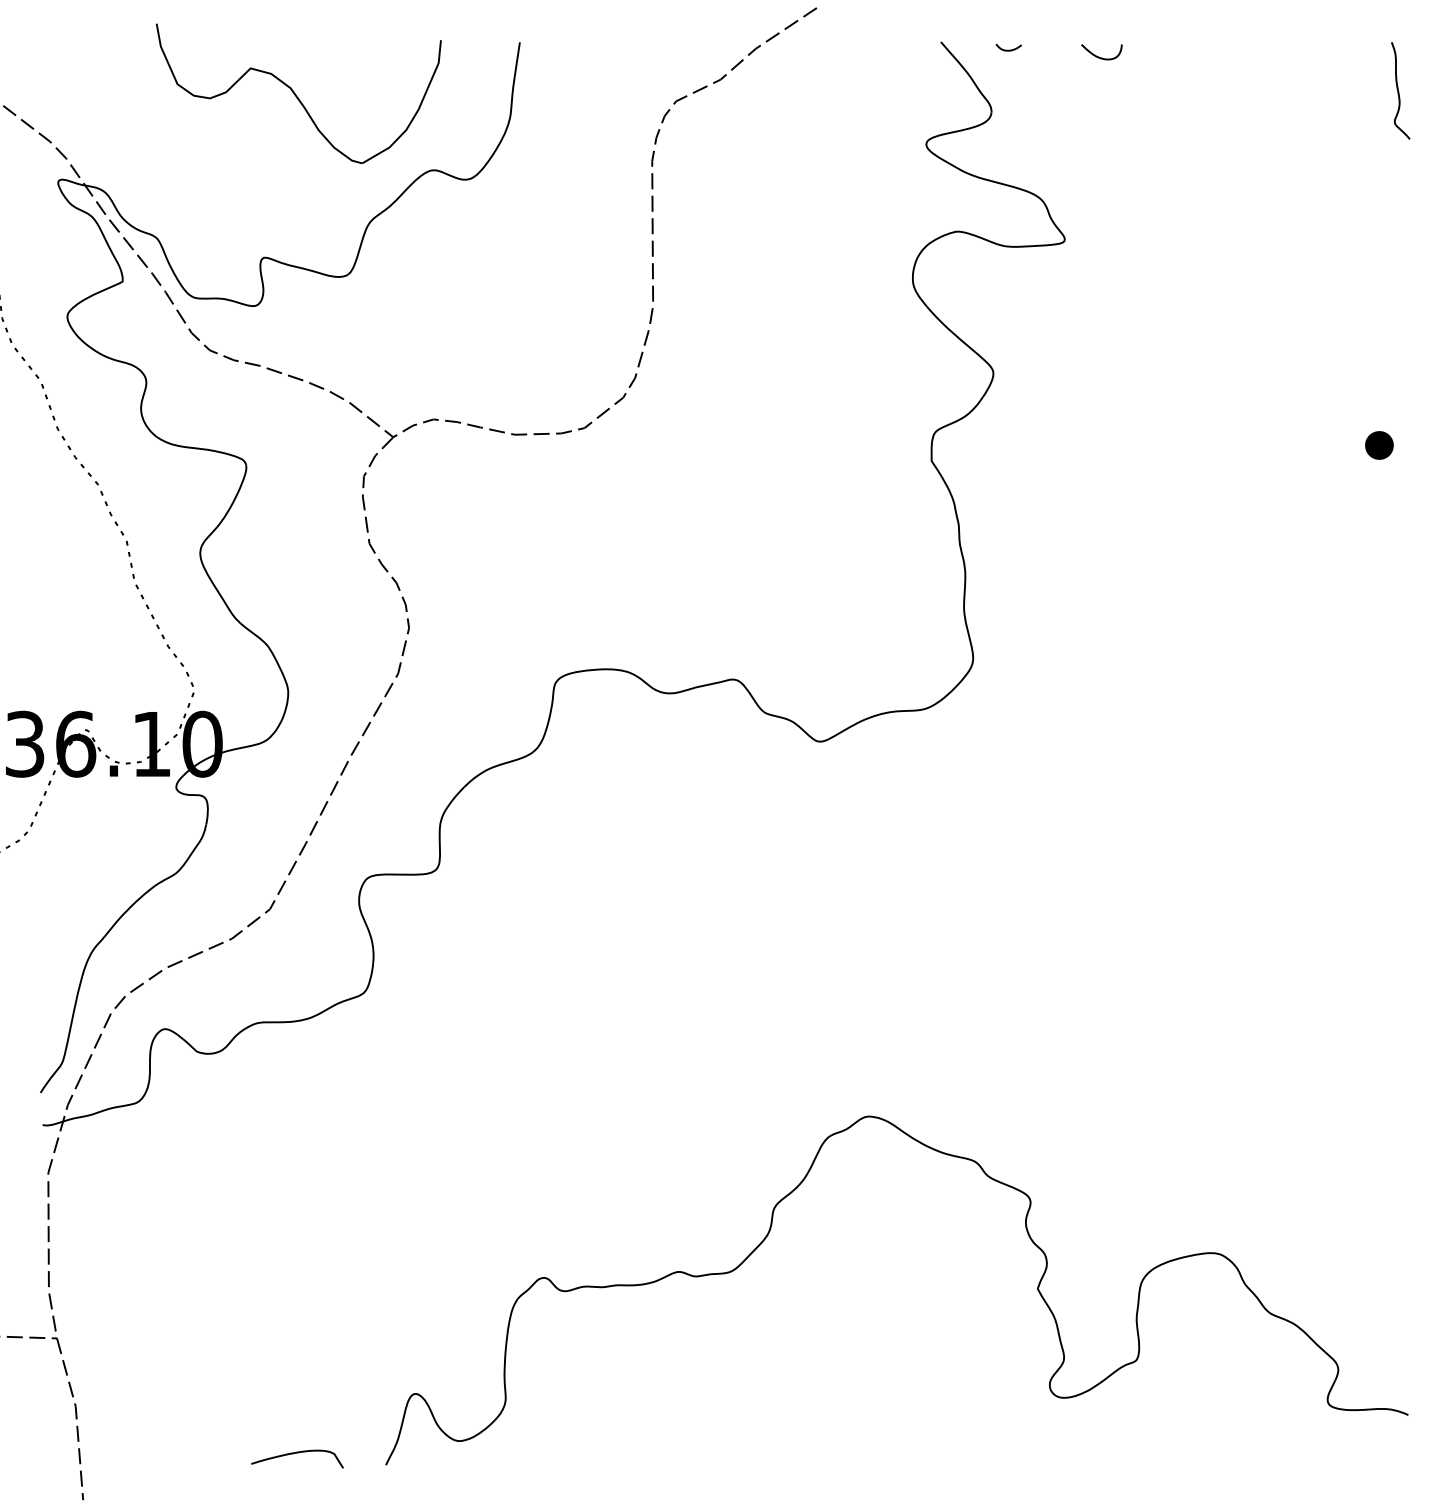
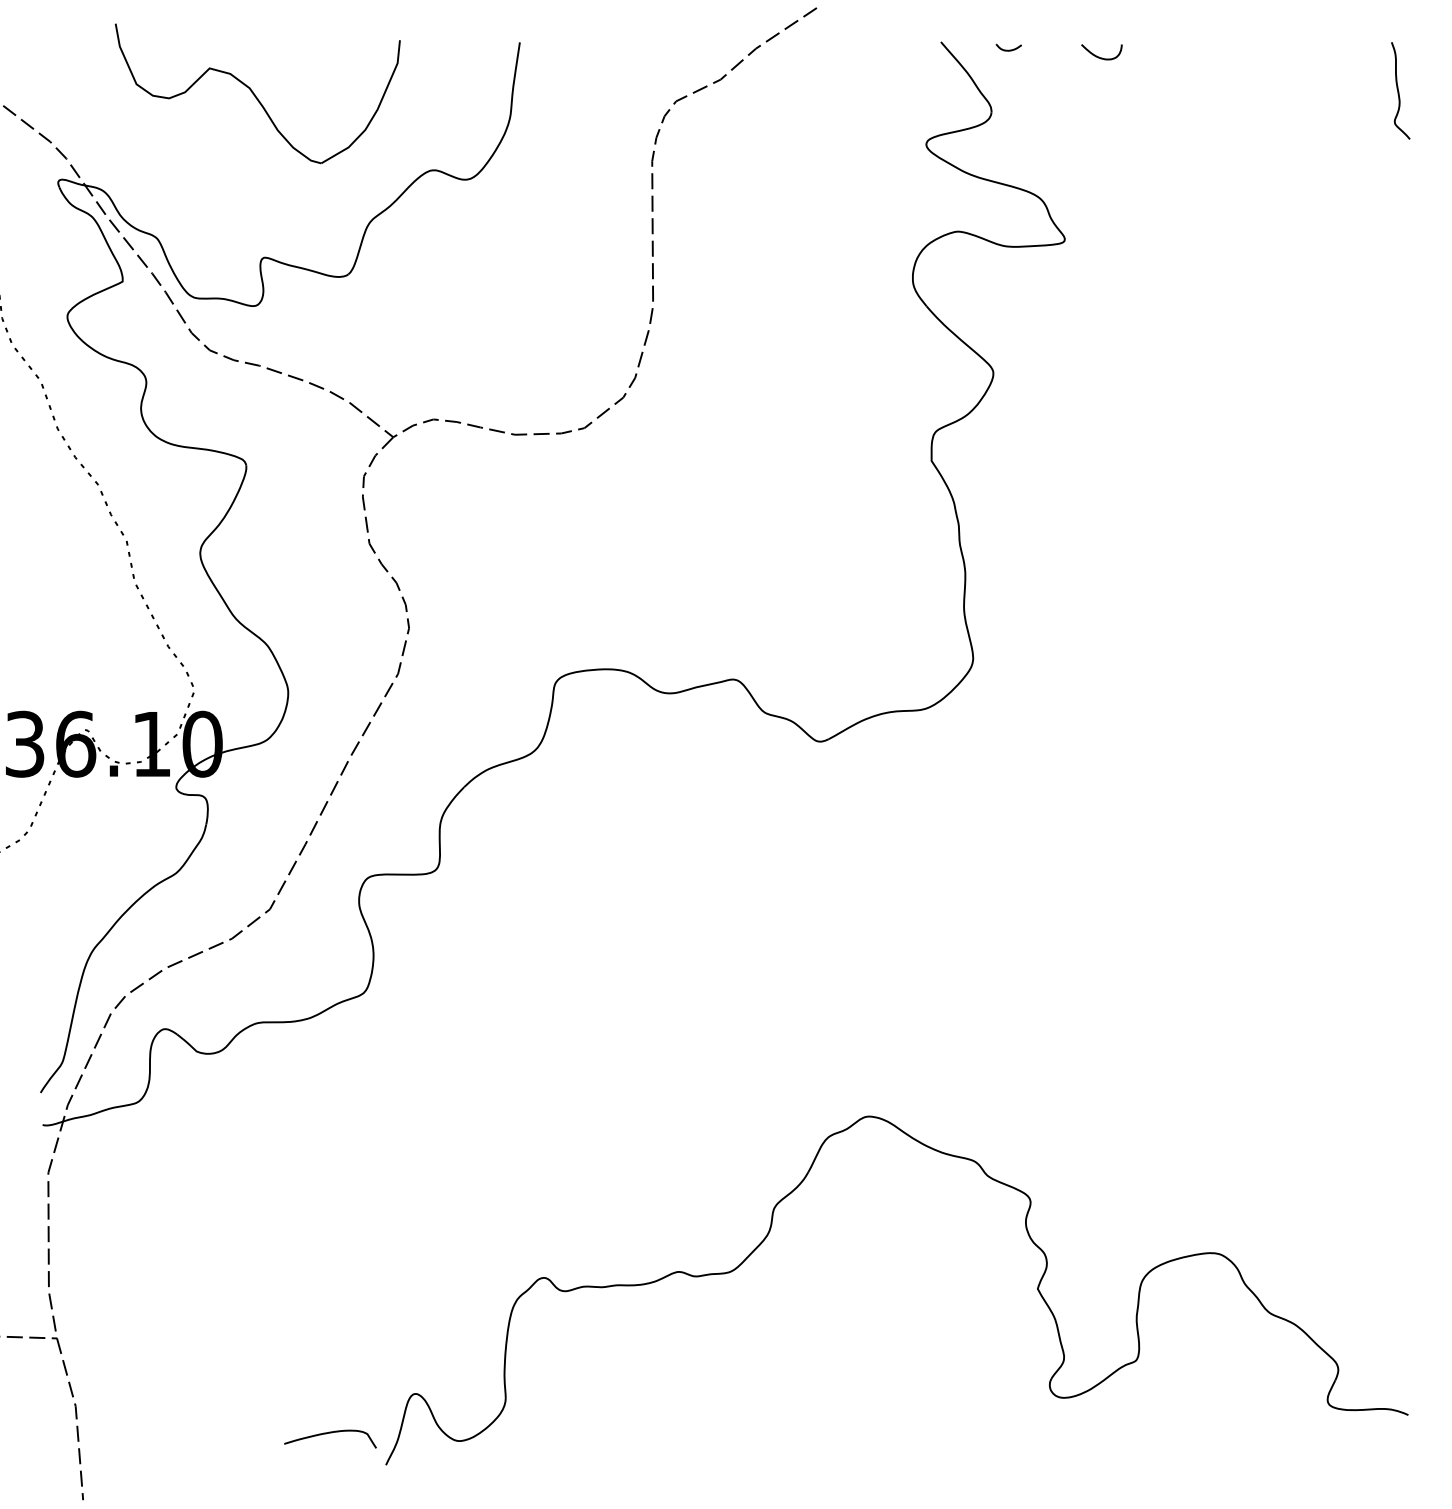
part at (298, 93) position: (298, 93) -> (257, 93)
part at (1379, 445): present -> none
curve at (297, 1453) position: (297, 1453) -> (330, 1433)
